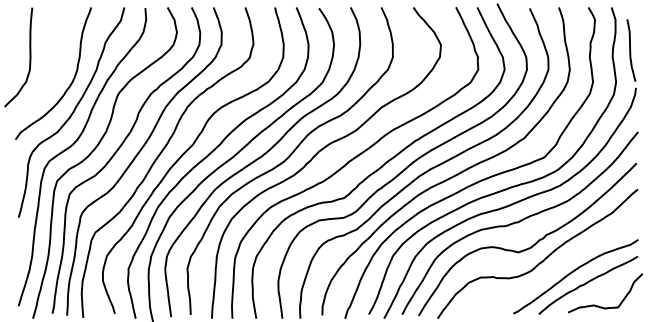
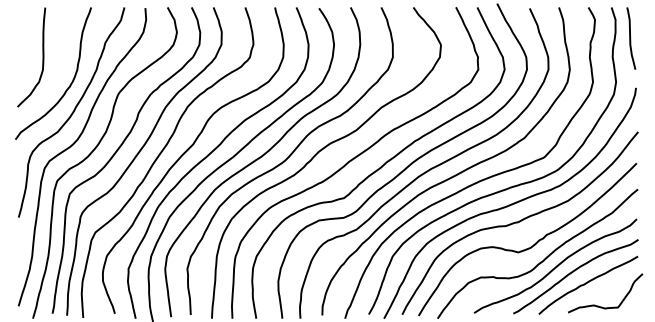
curve at (631, 50) position: (631, 50) -> (631, 38)
curve at (29, 57) position: (29, 57) -> (42, 57)
curve at (556, 265): none -> present
